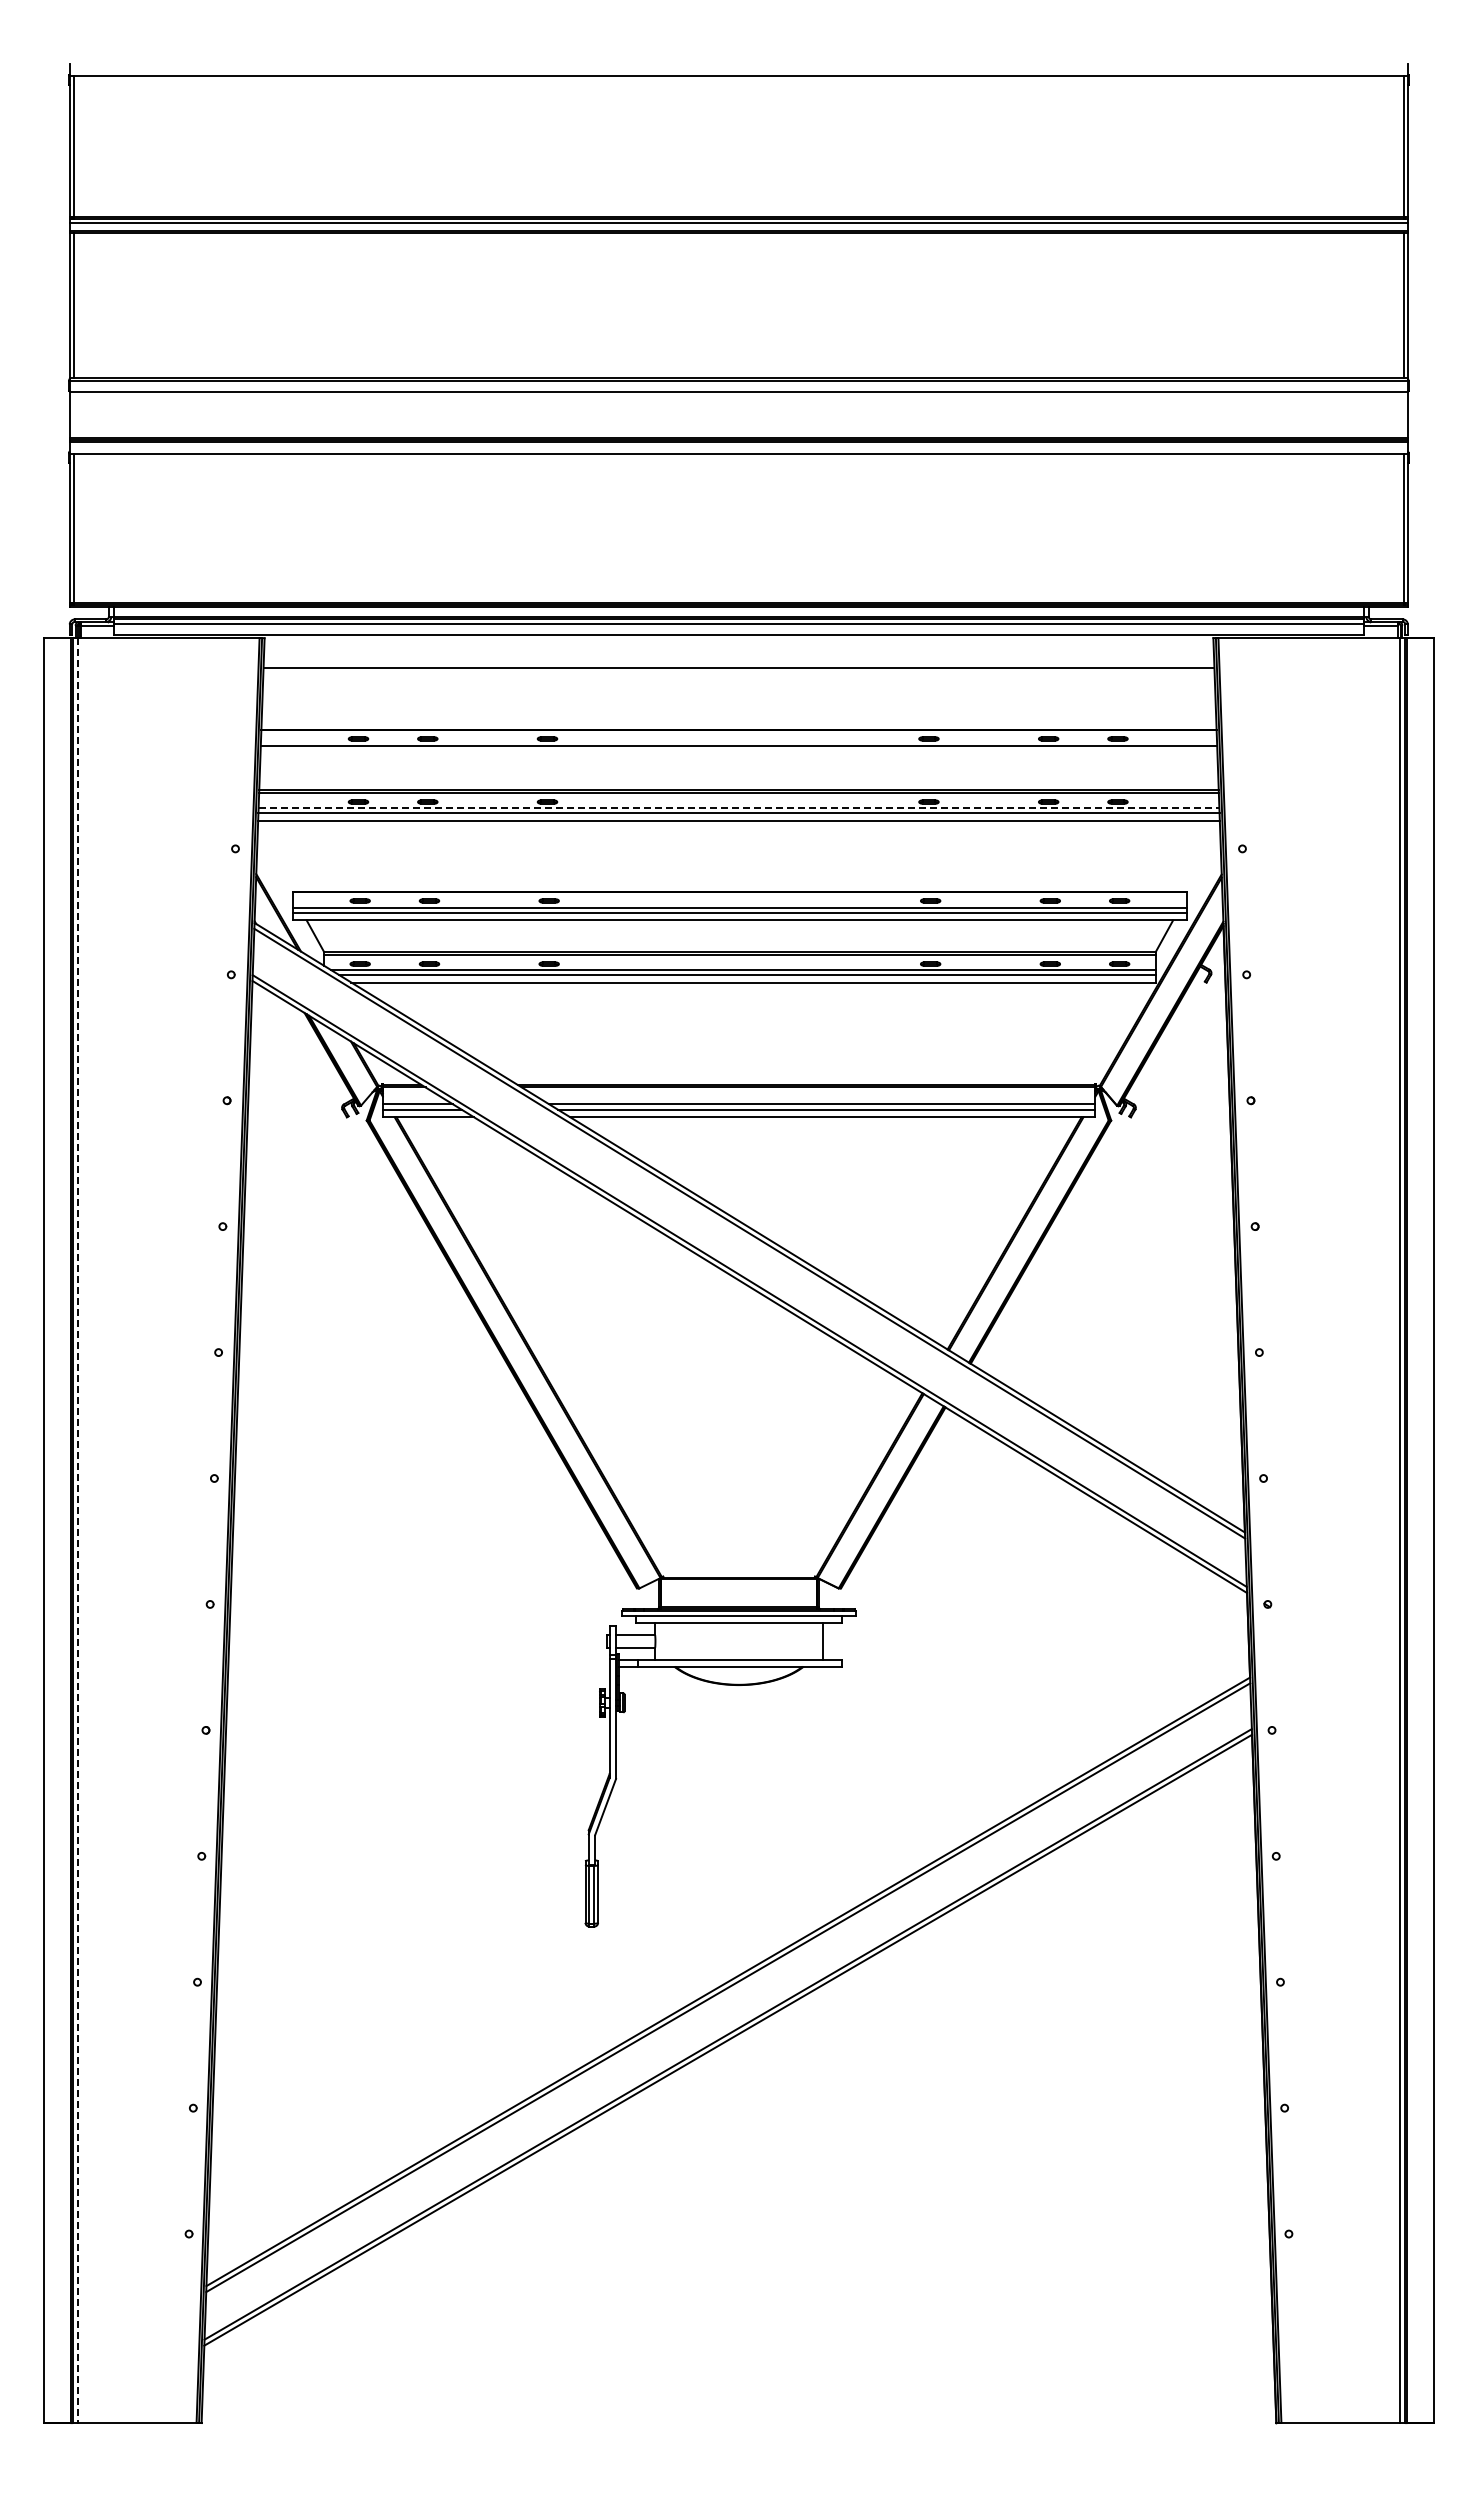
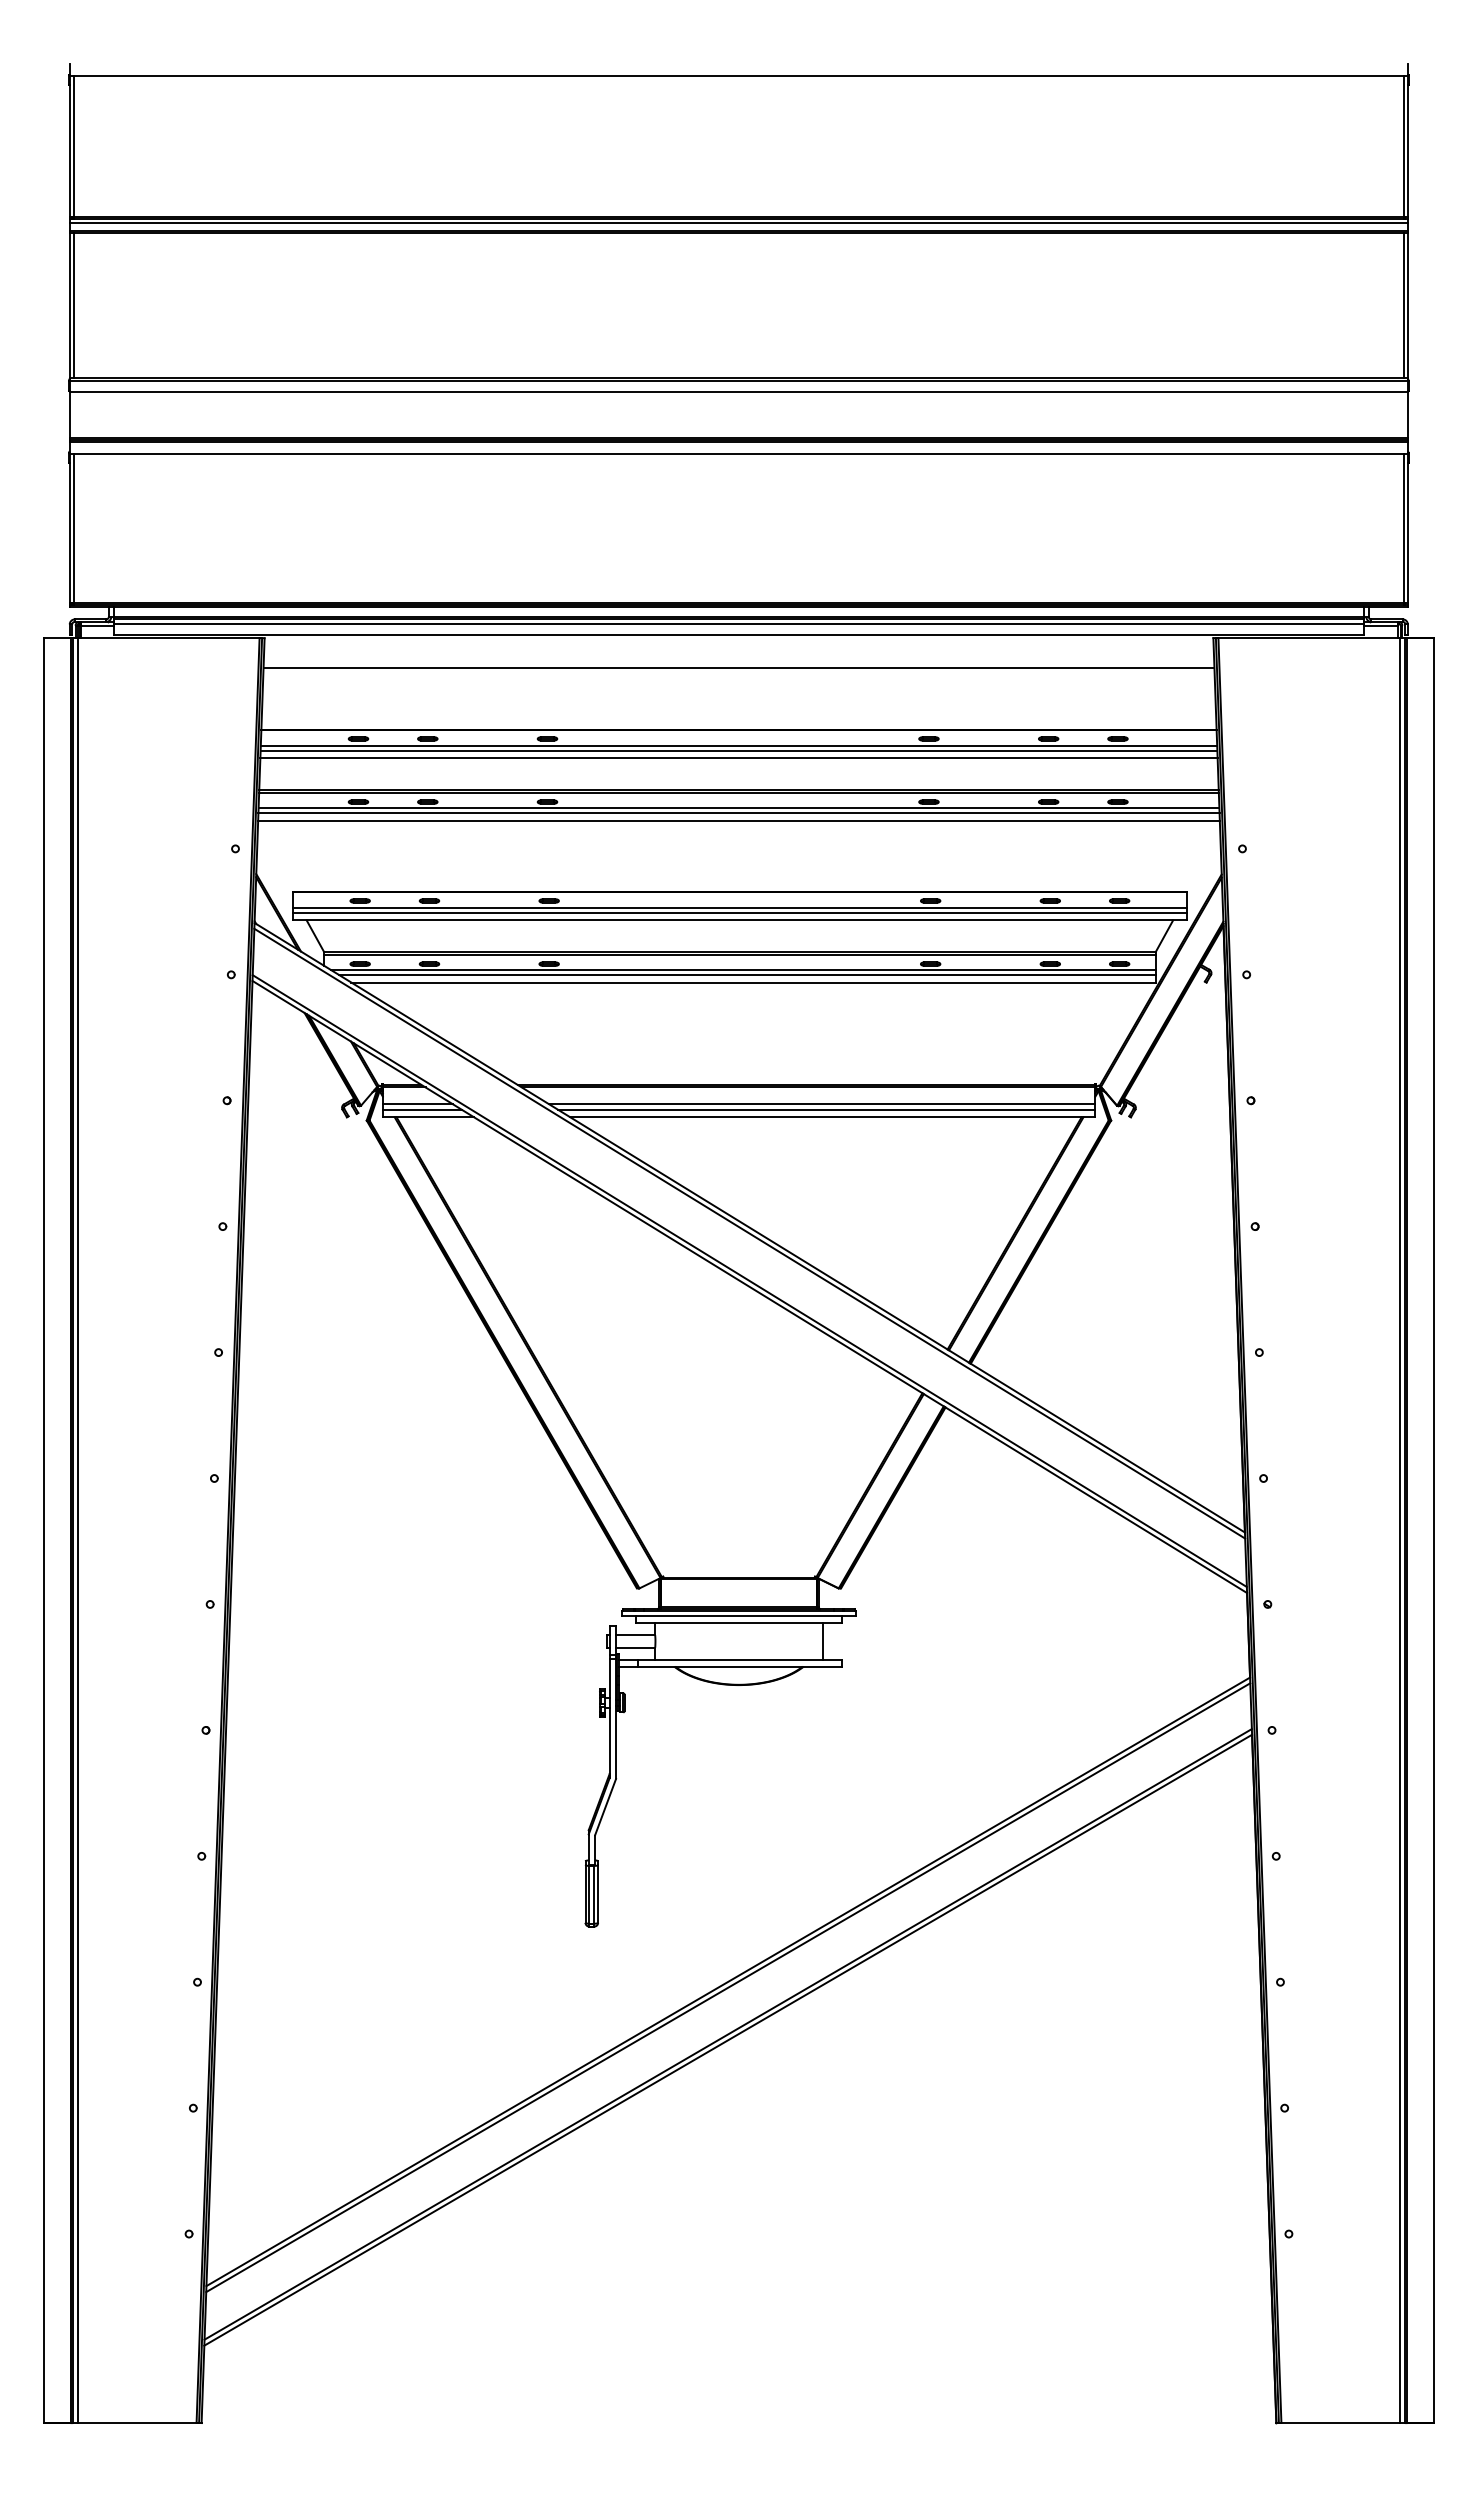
line at (738, 750): none -> present
line at (738, 758): none -> present
line at (739, 807): dashed -> solid
line at (78, 1531): dashed -> solid
